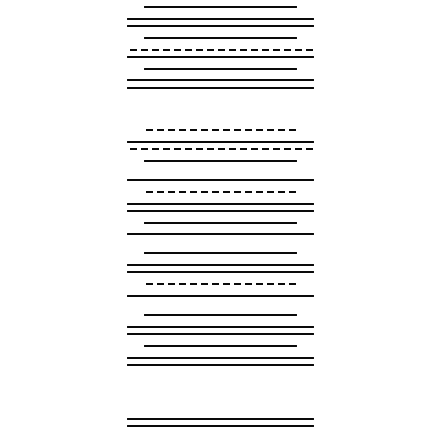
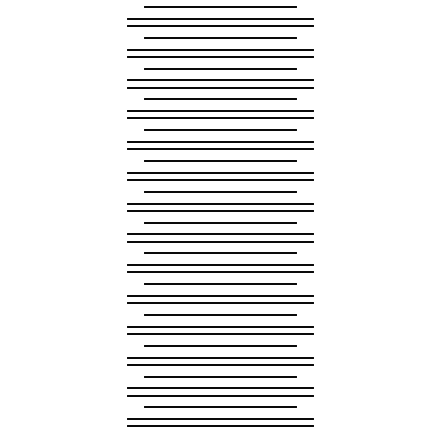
line at (219, 49): dashed -> solid
line at (220, 99): none -> present
line at (220, 111): none -> present
line at (220, 118): none -> present
line at (220, 130): dashed -> solid
line at (219, 149): dashed -> solid
line at (220, 172): none -> present
line at (220, 191): dashed -> solid
line at (220, 241): none -> present
line at (220, 284): dashed -> solid
line at (220, 303): none -> present
line at (220, 376): none -> present
line at (220, 388): none -> present
line at (220, 395): none -> present
line at (220, 407): none -> present
